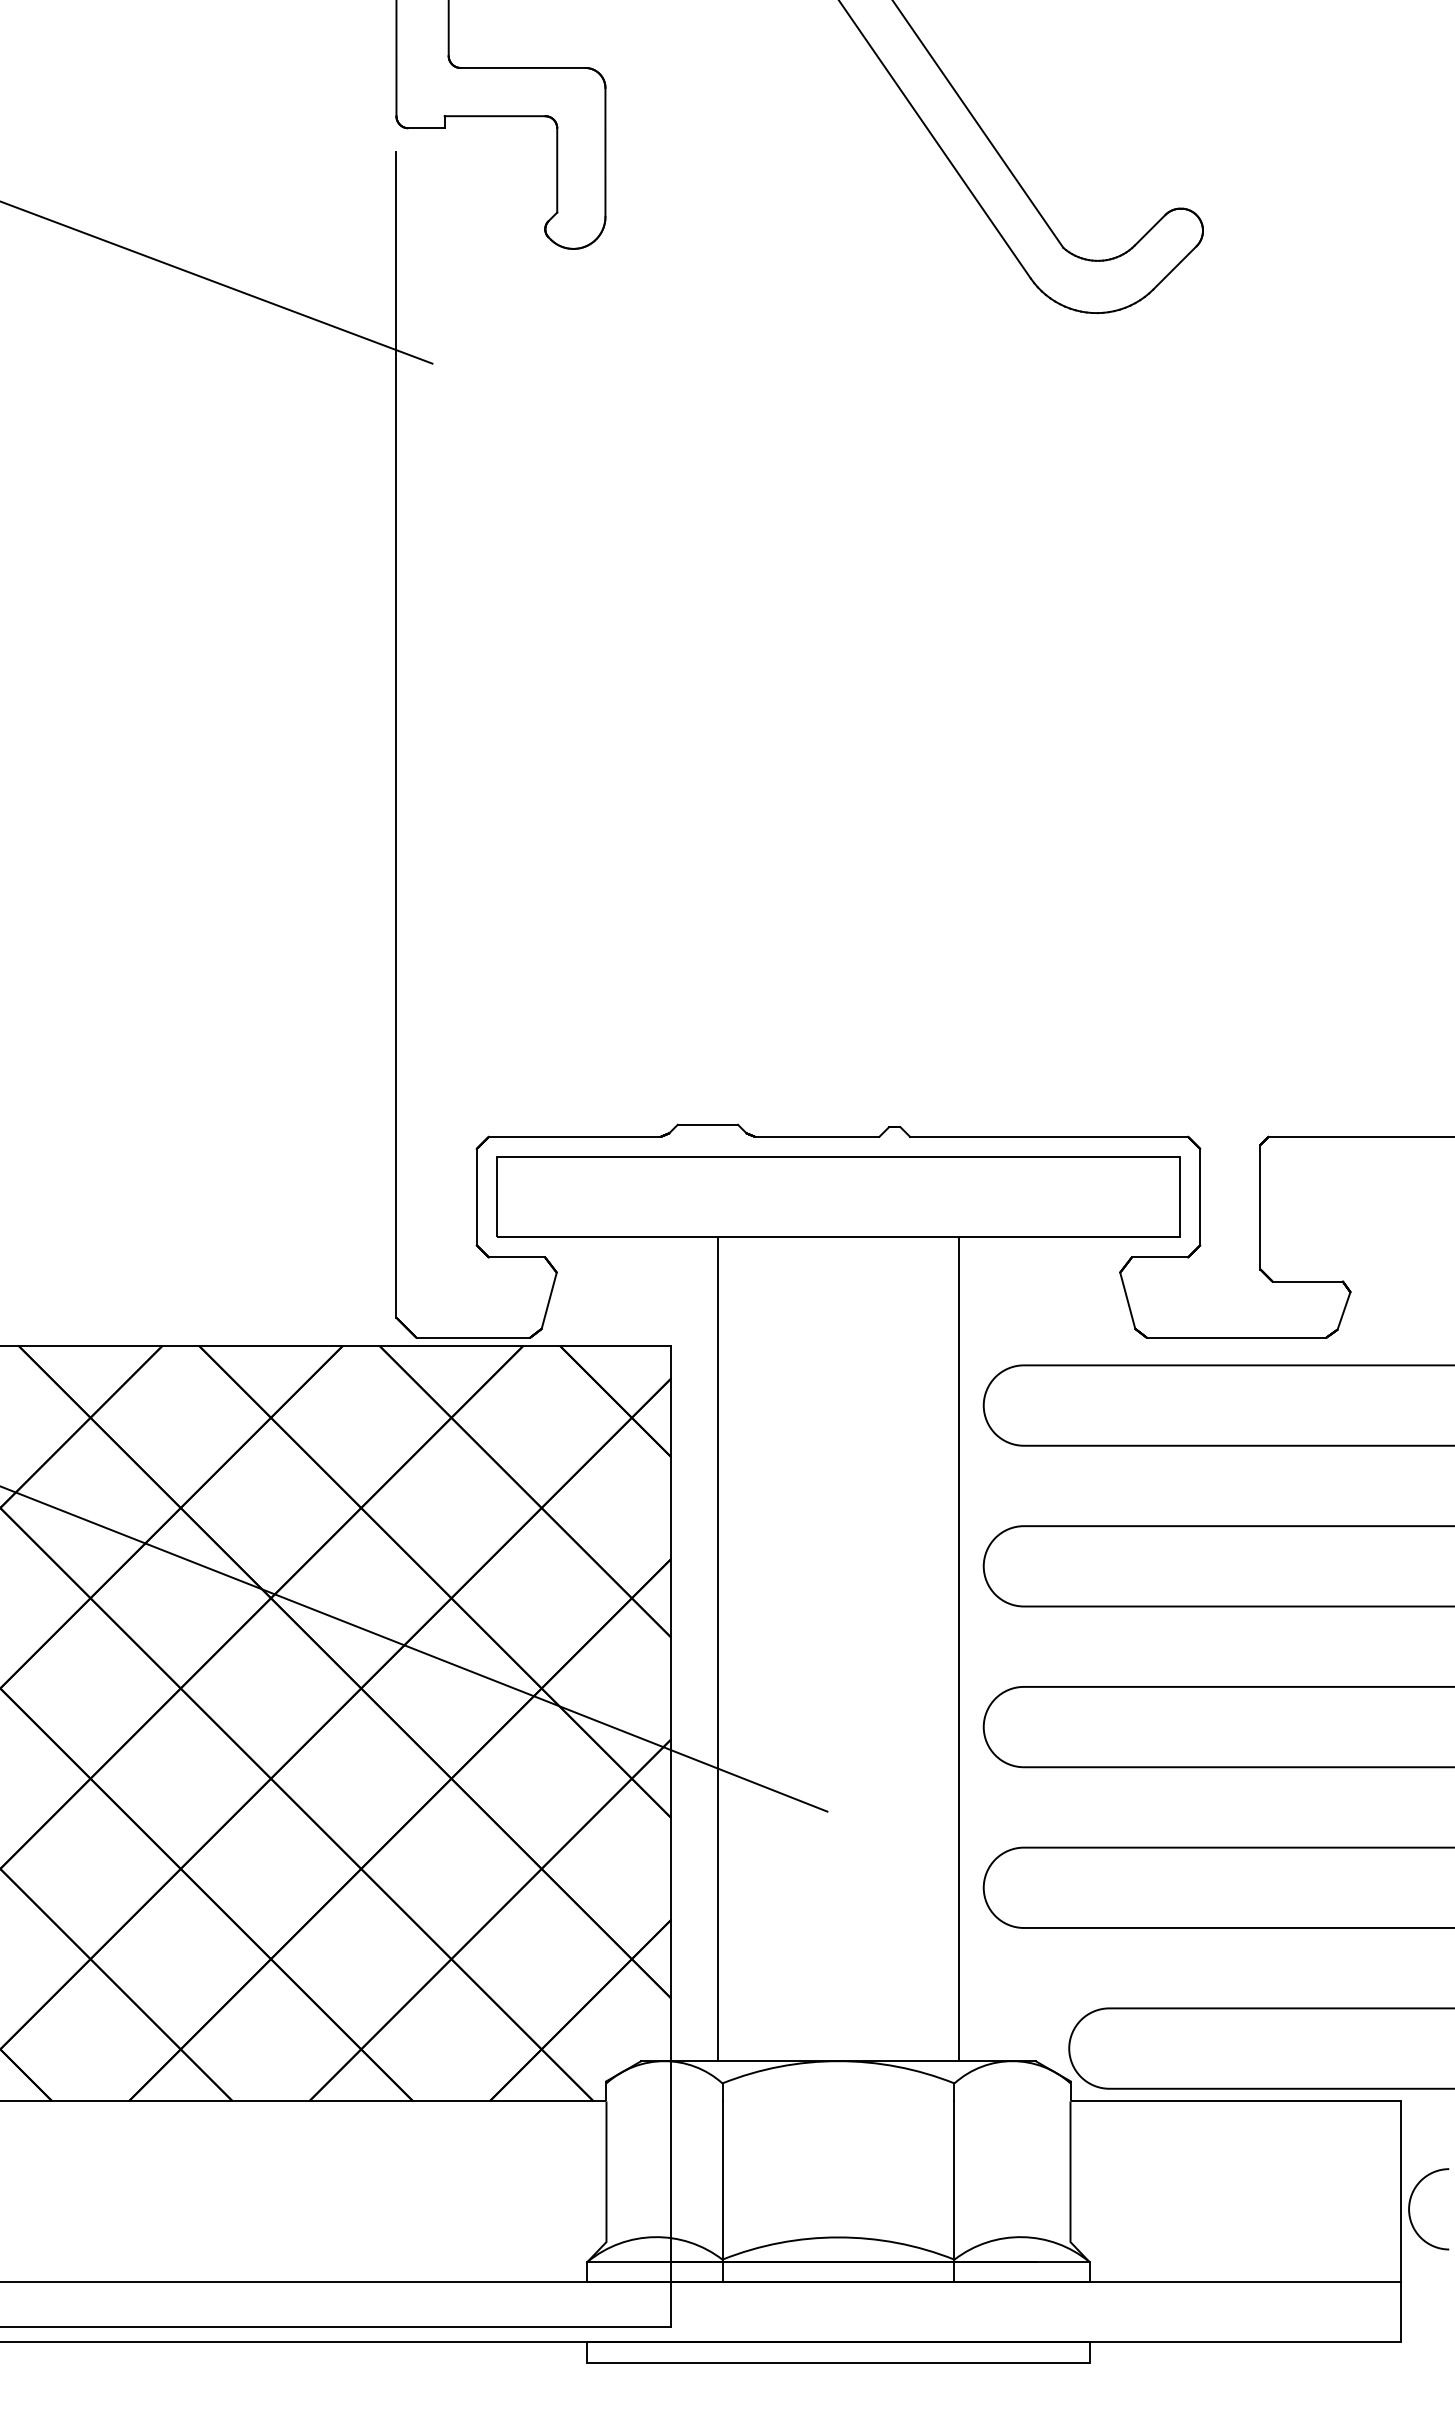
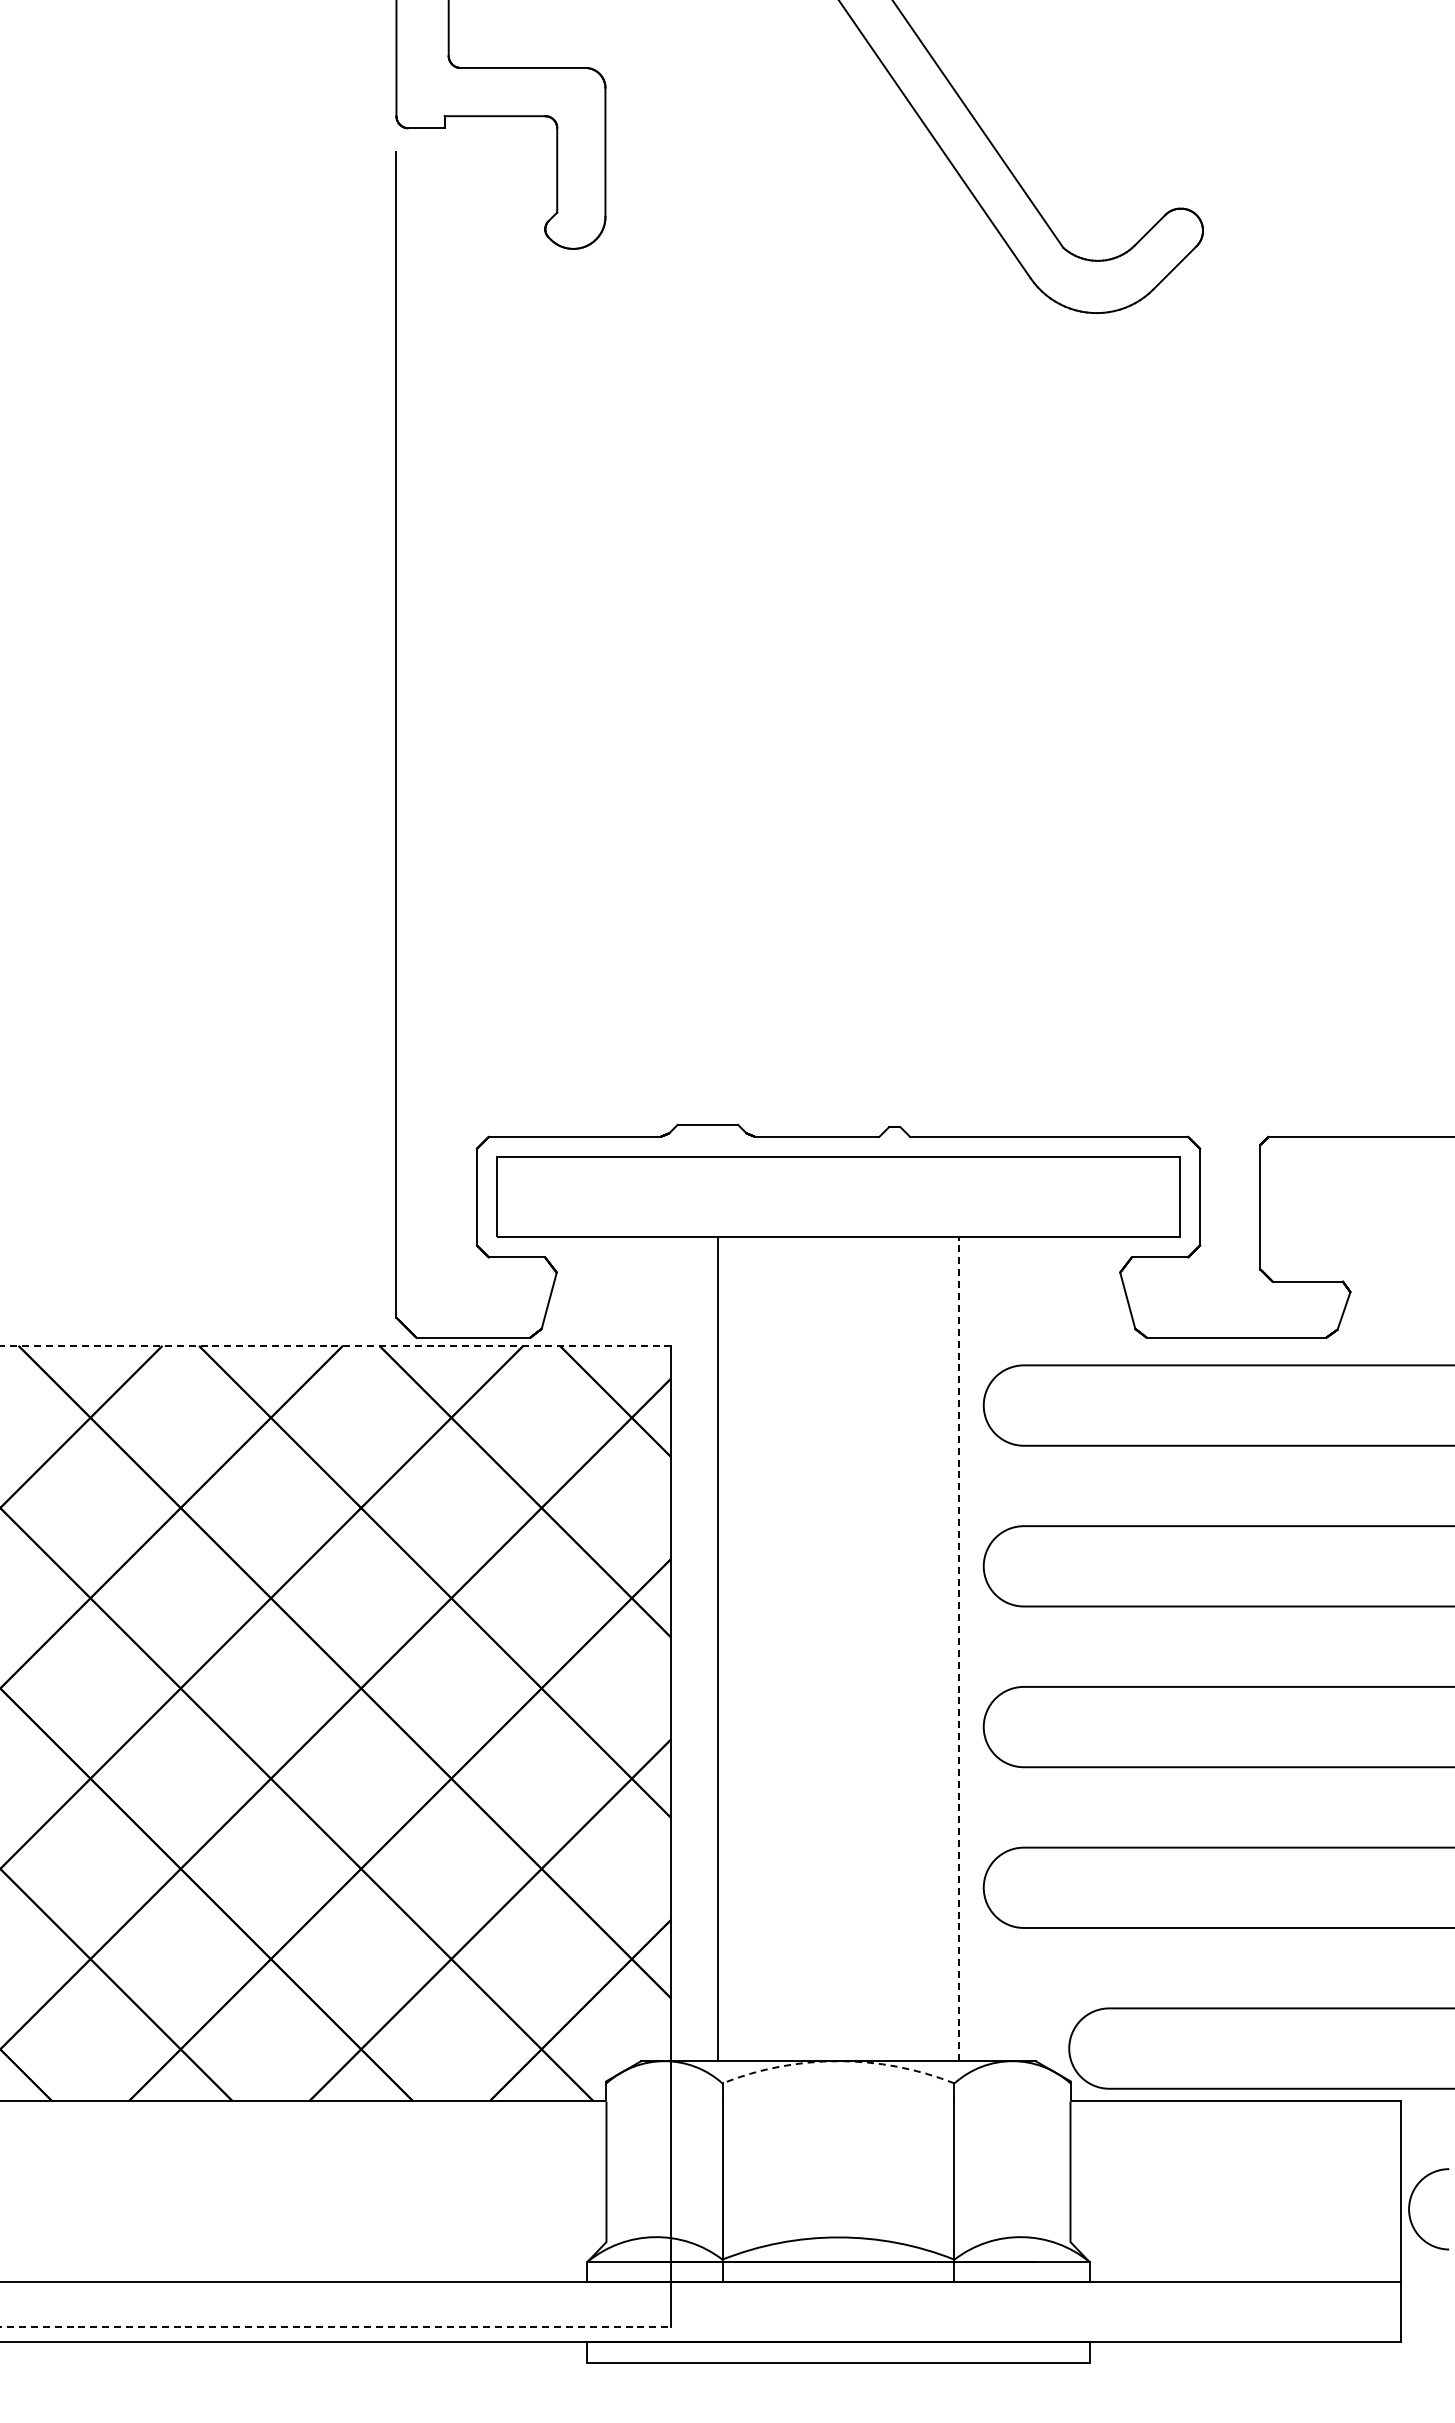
line at (217, 282): present -> none
line at (335, 1345): solid -> dashed
line at (414, 1649): present -> none
line at (959, 1649): solid -> dashed
arc at (838, 2061): solid -> dashed
line at (336, 2327): solid -> dashed
